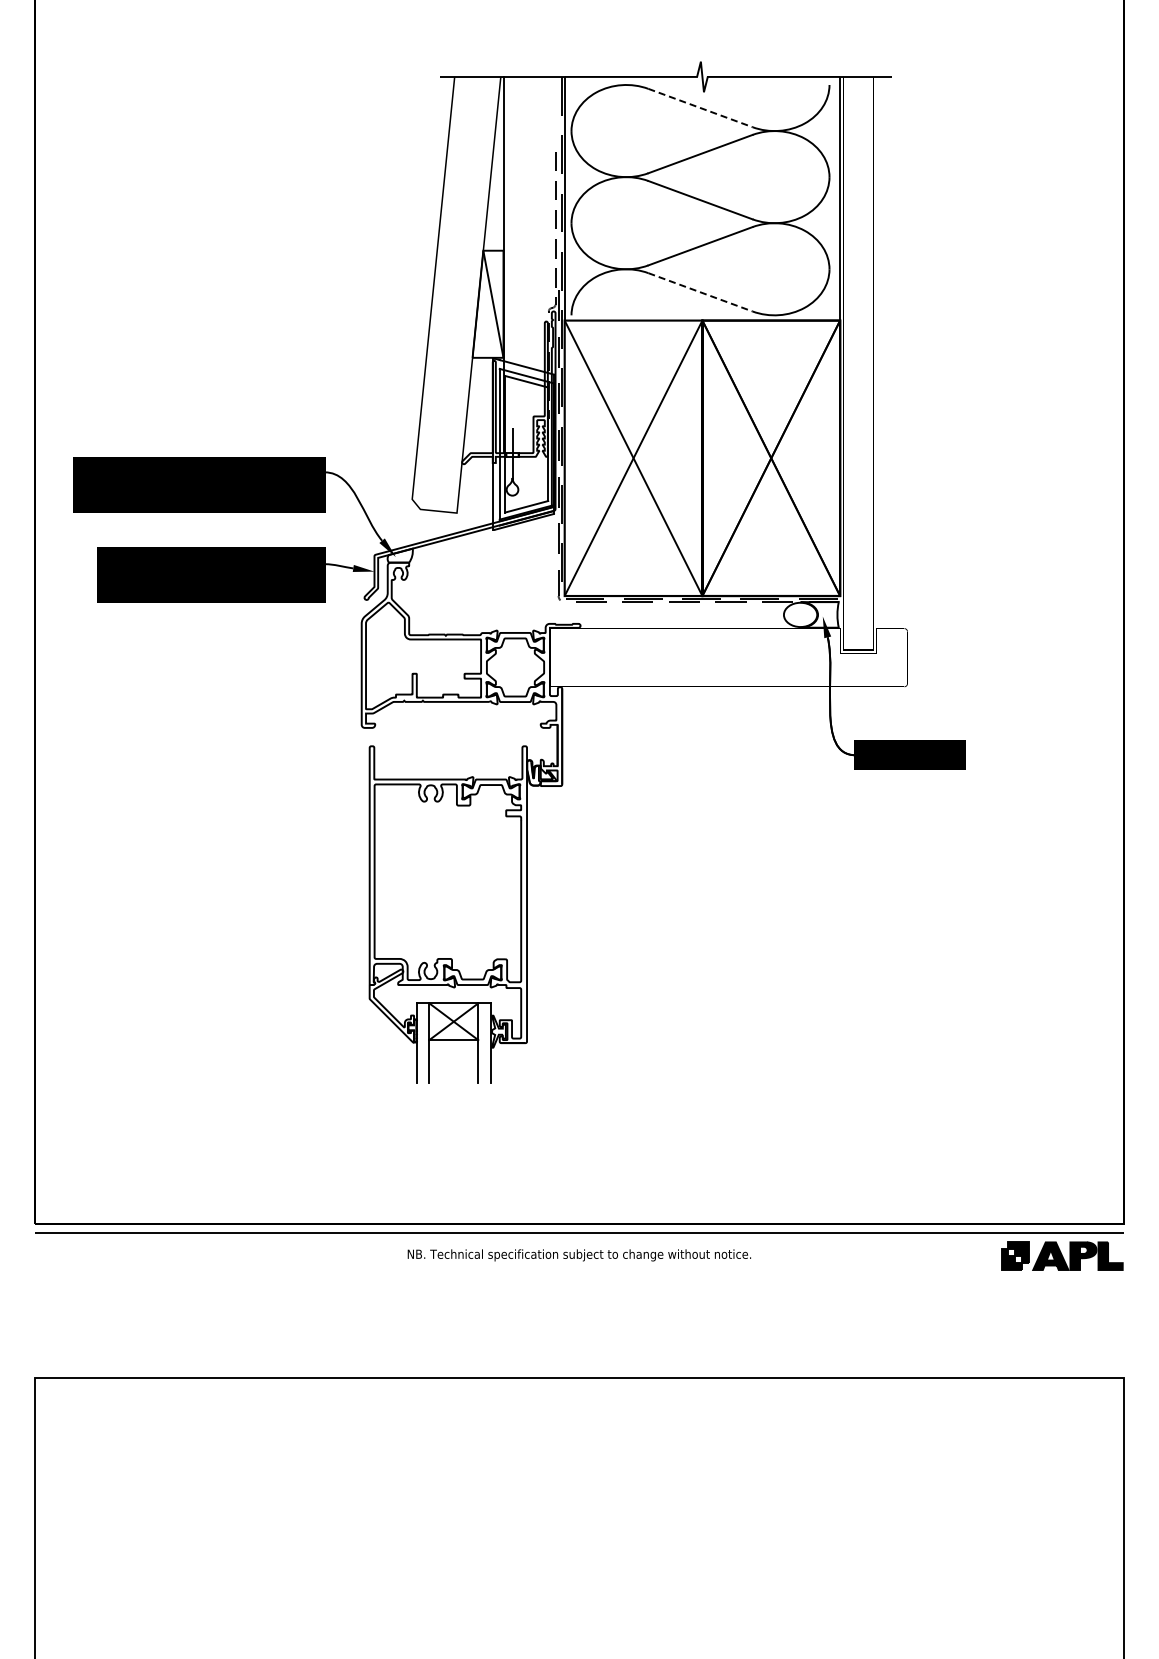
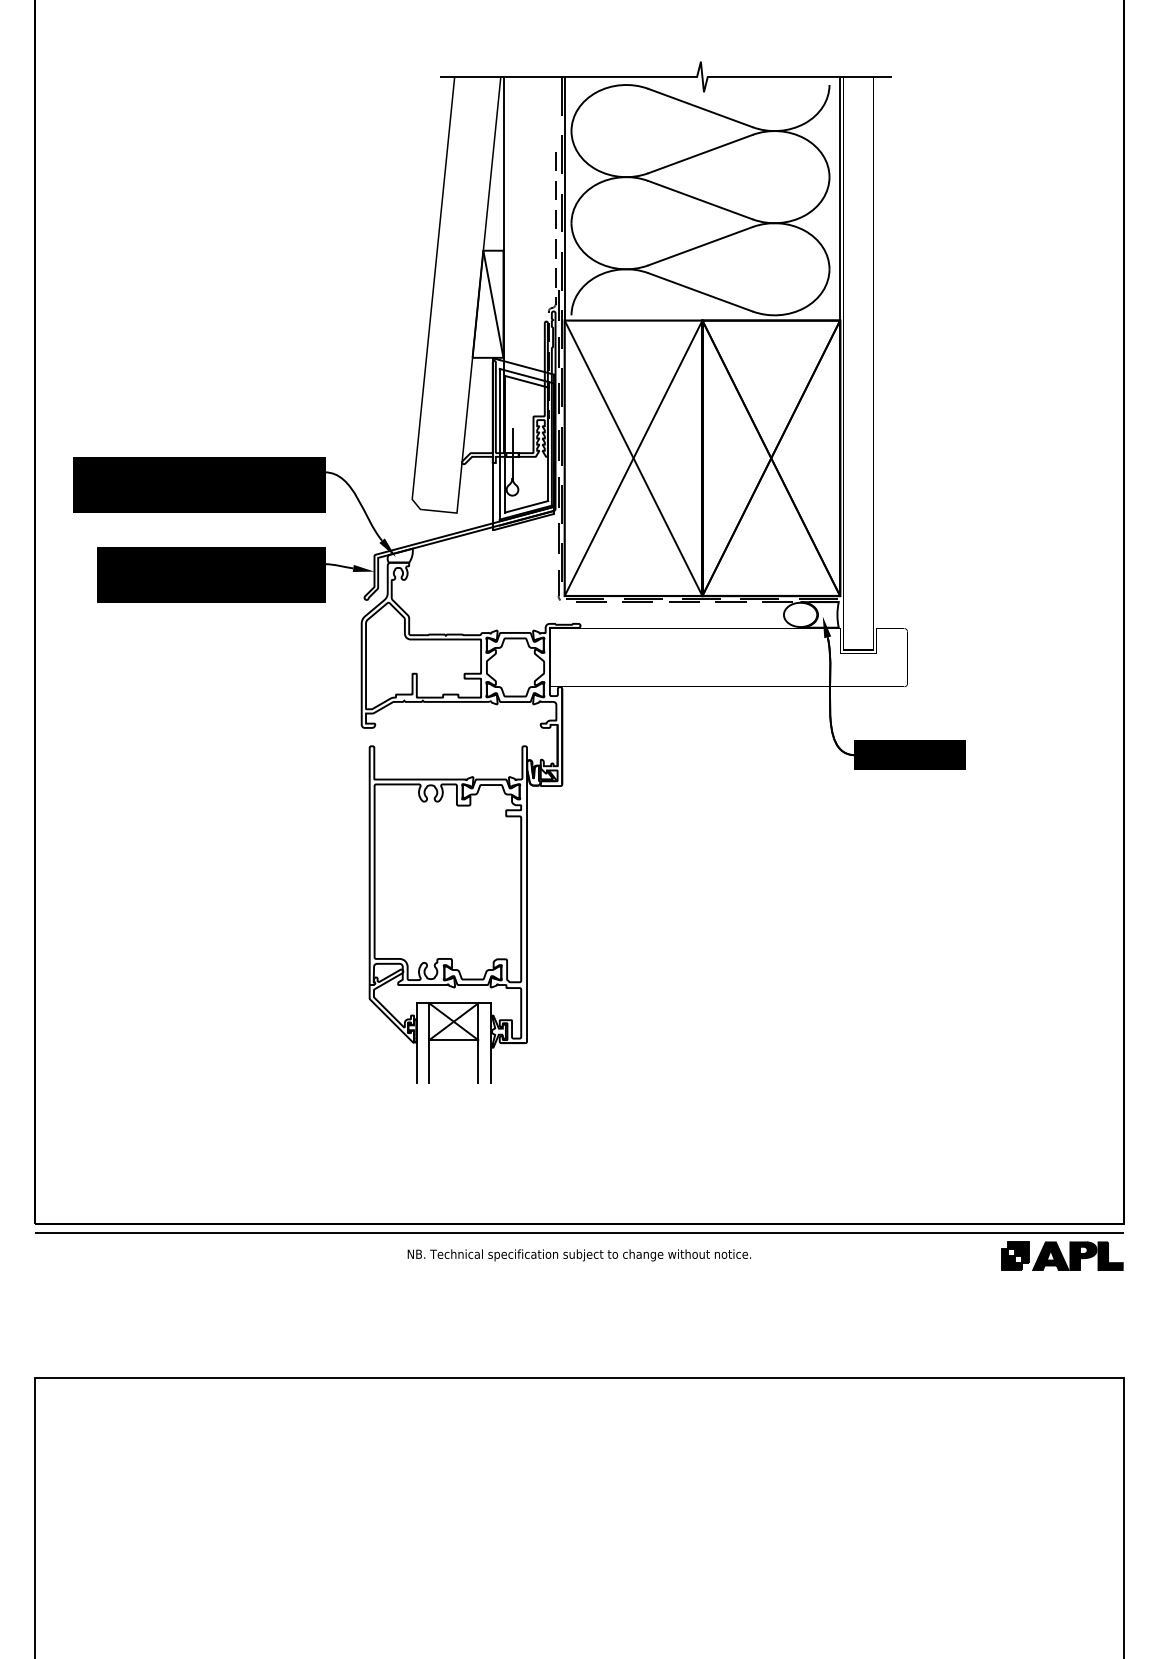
line at (700, 108): dashed -> solid
line at (700, 292): dashed -> solid
